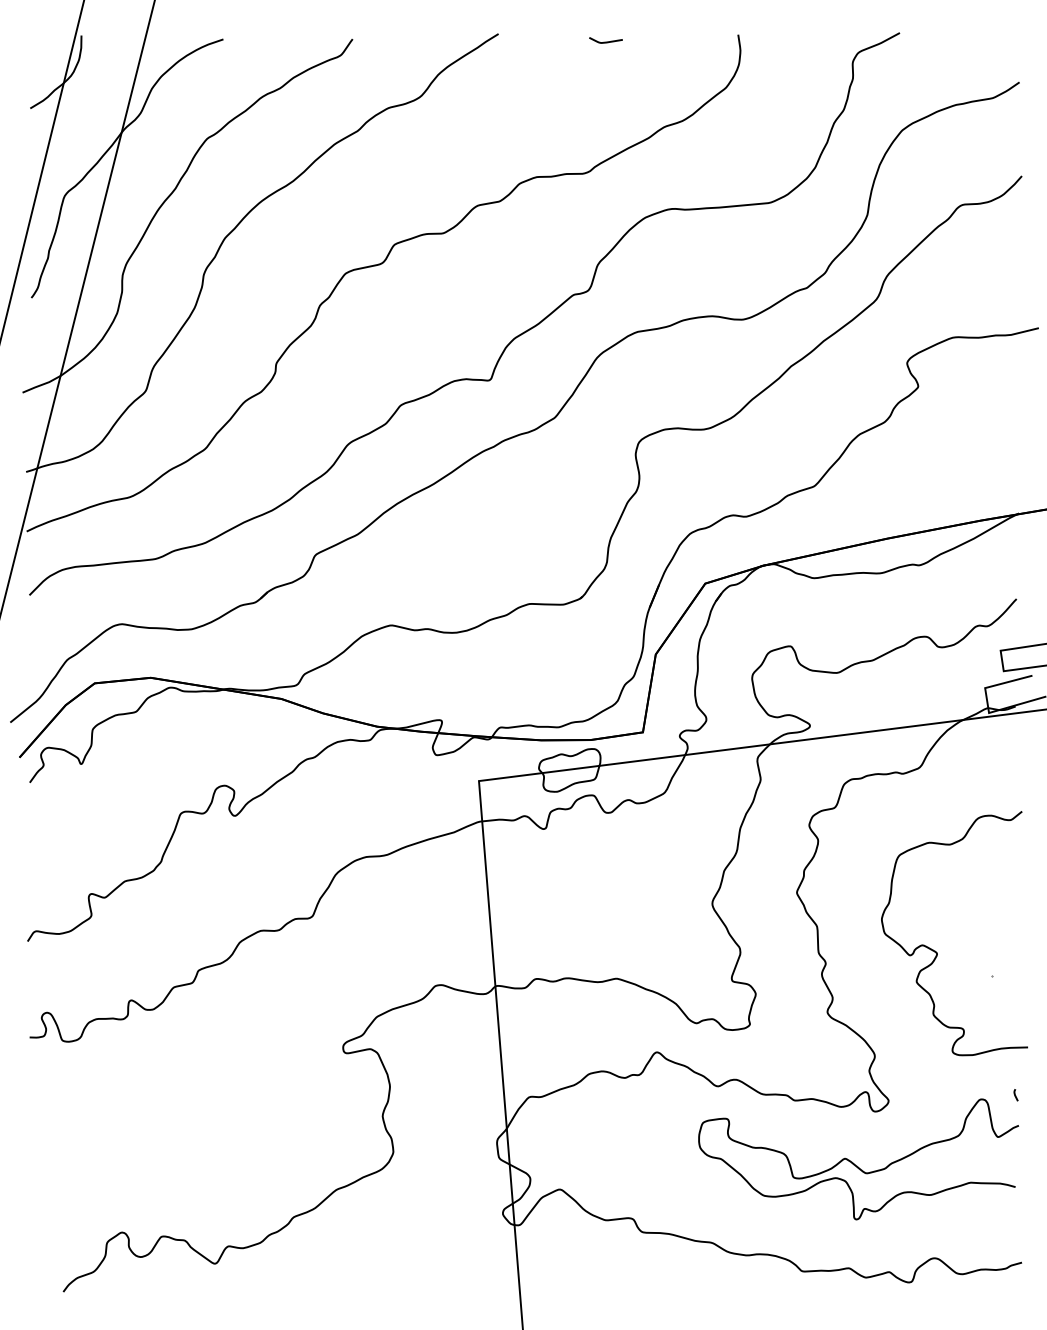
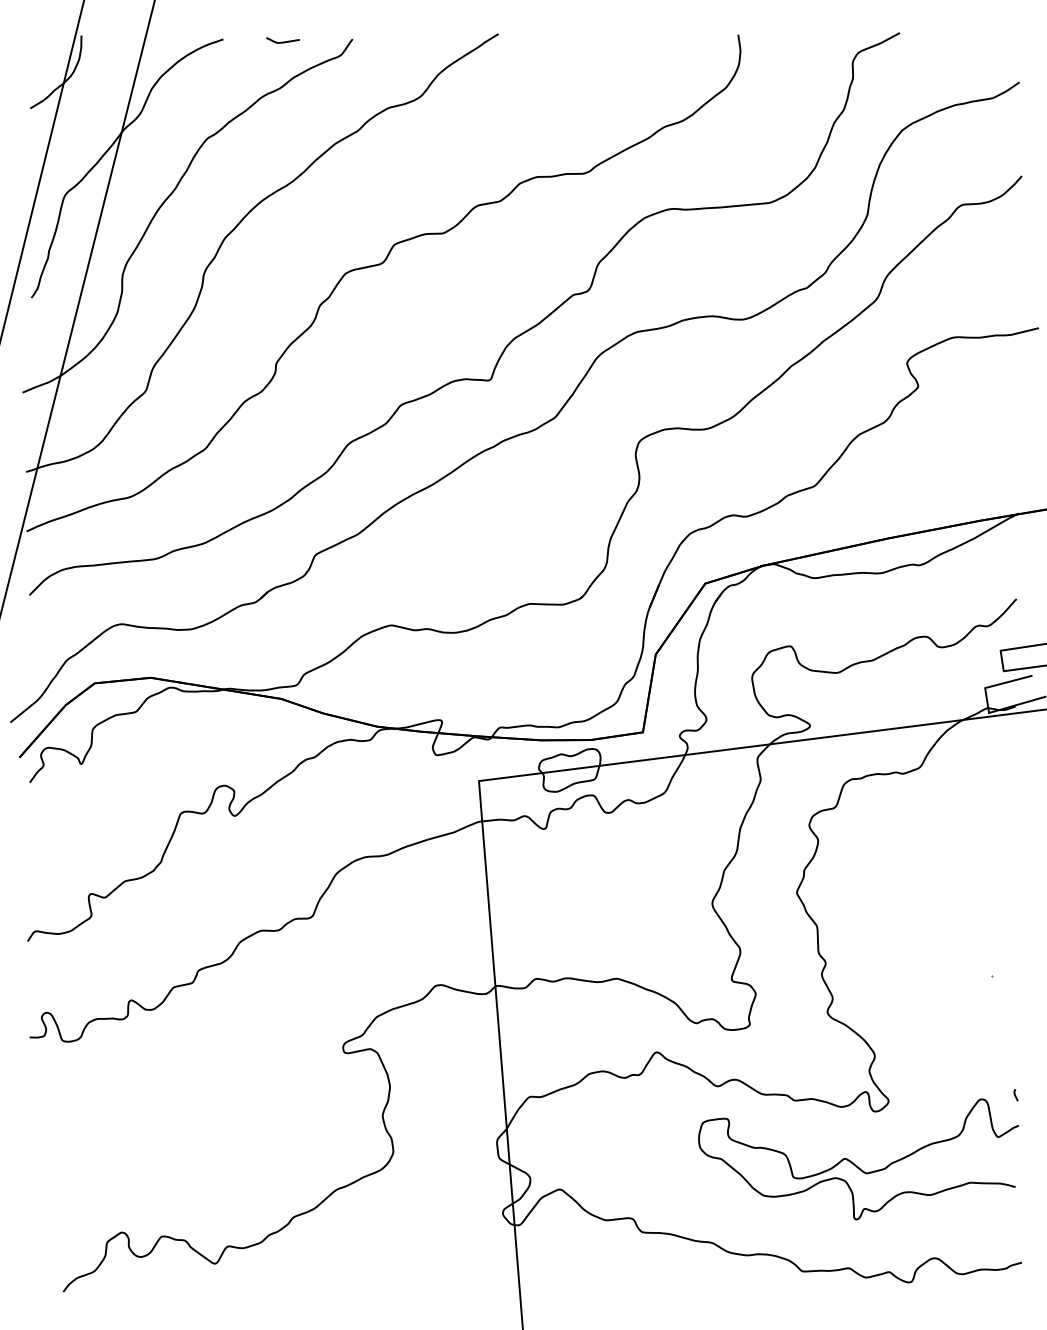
curve at (605, 41) position: (605, 41) -> (282, 41)
curve at (936, 951): present -> none
